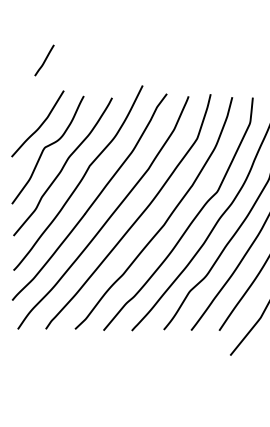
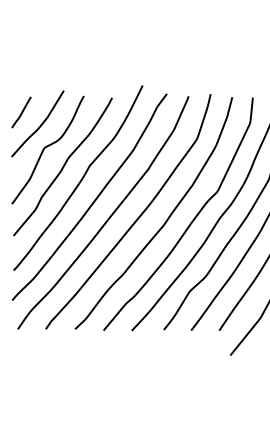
line at (44, 60) position: (44, 60) -> (21, 112)
